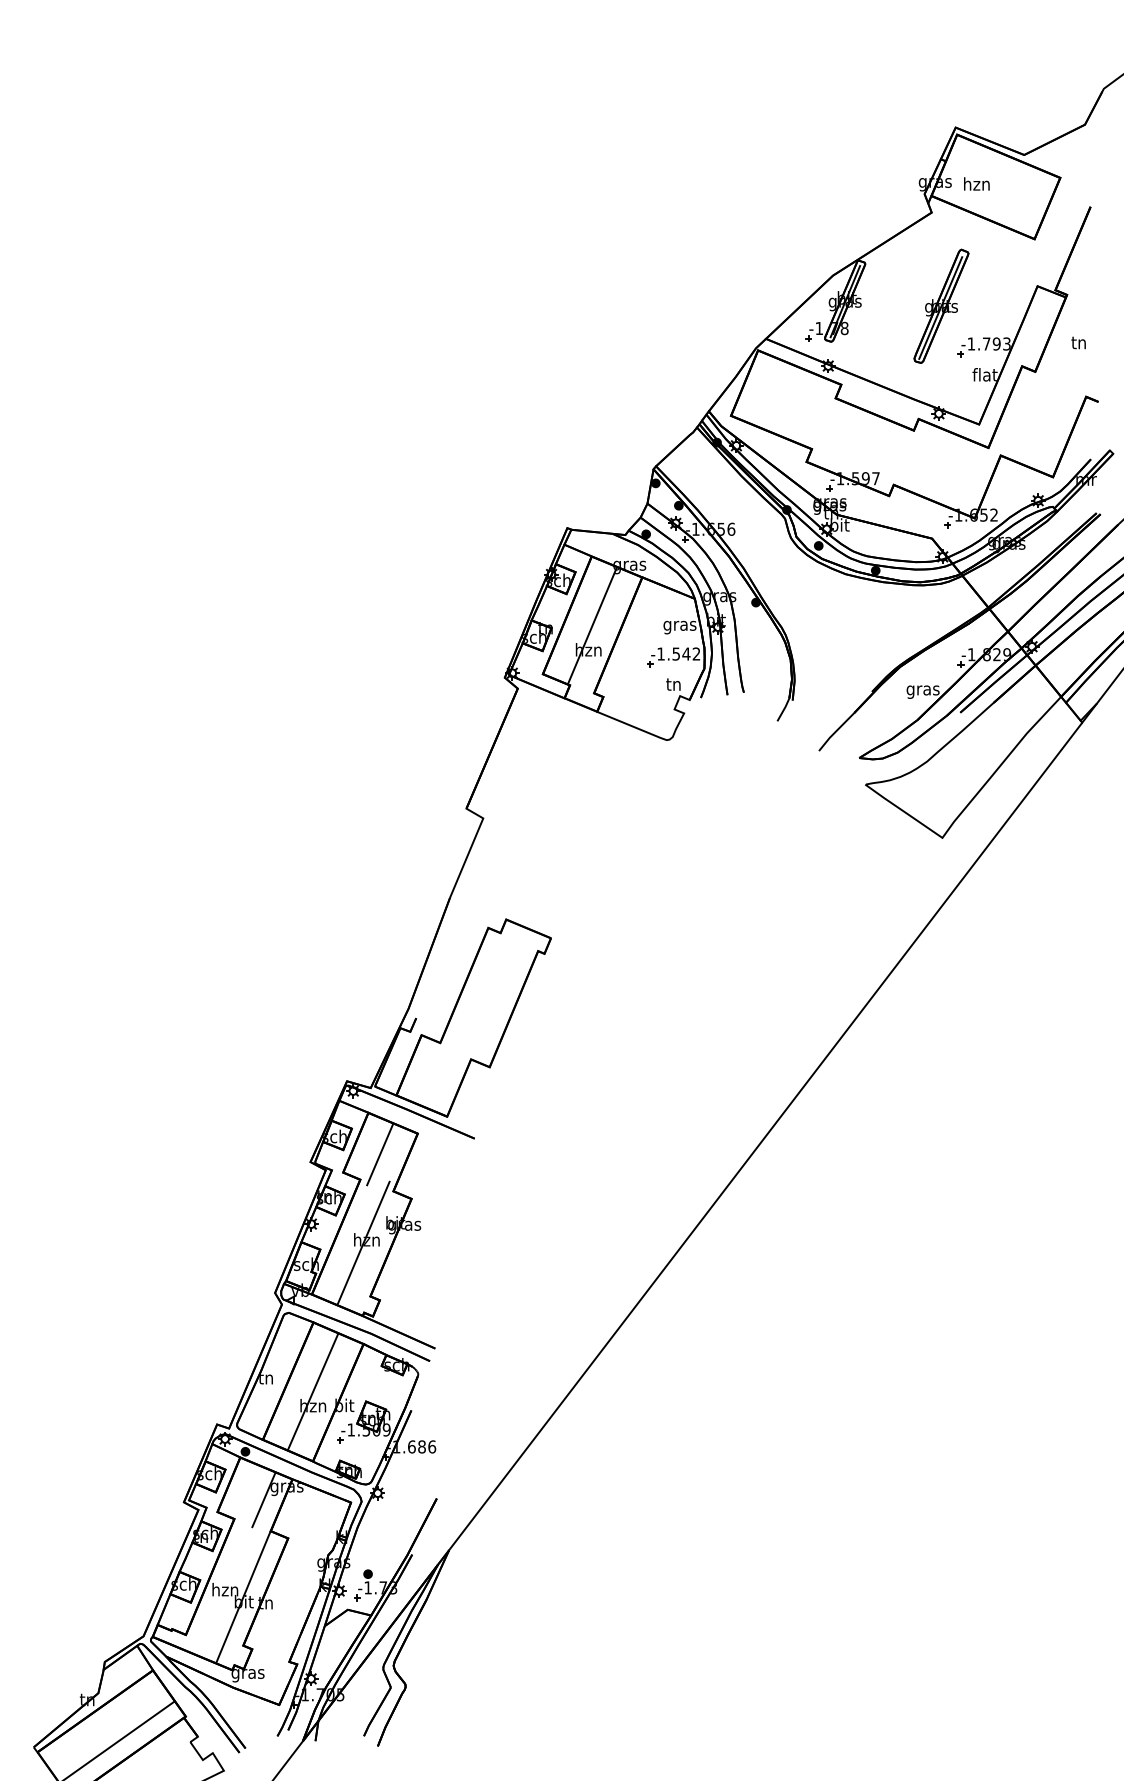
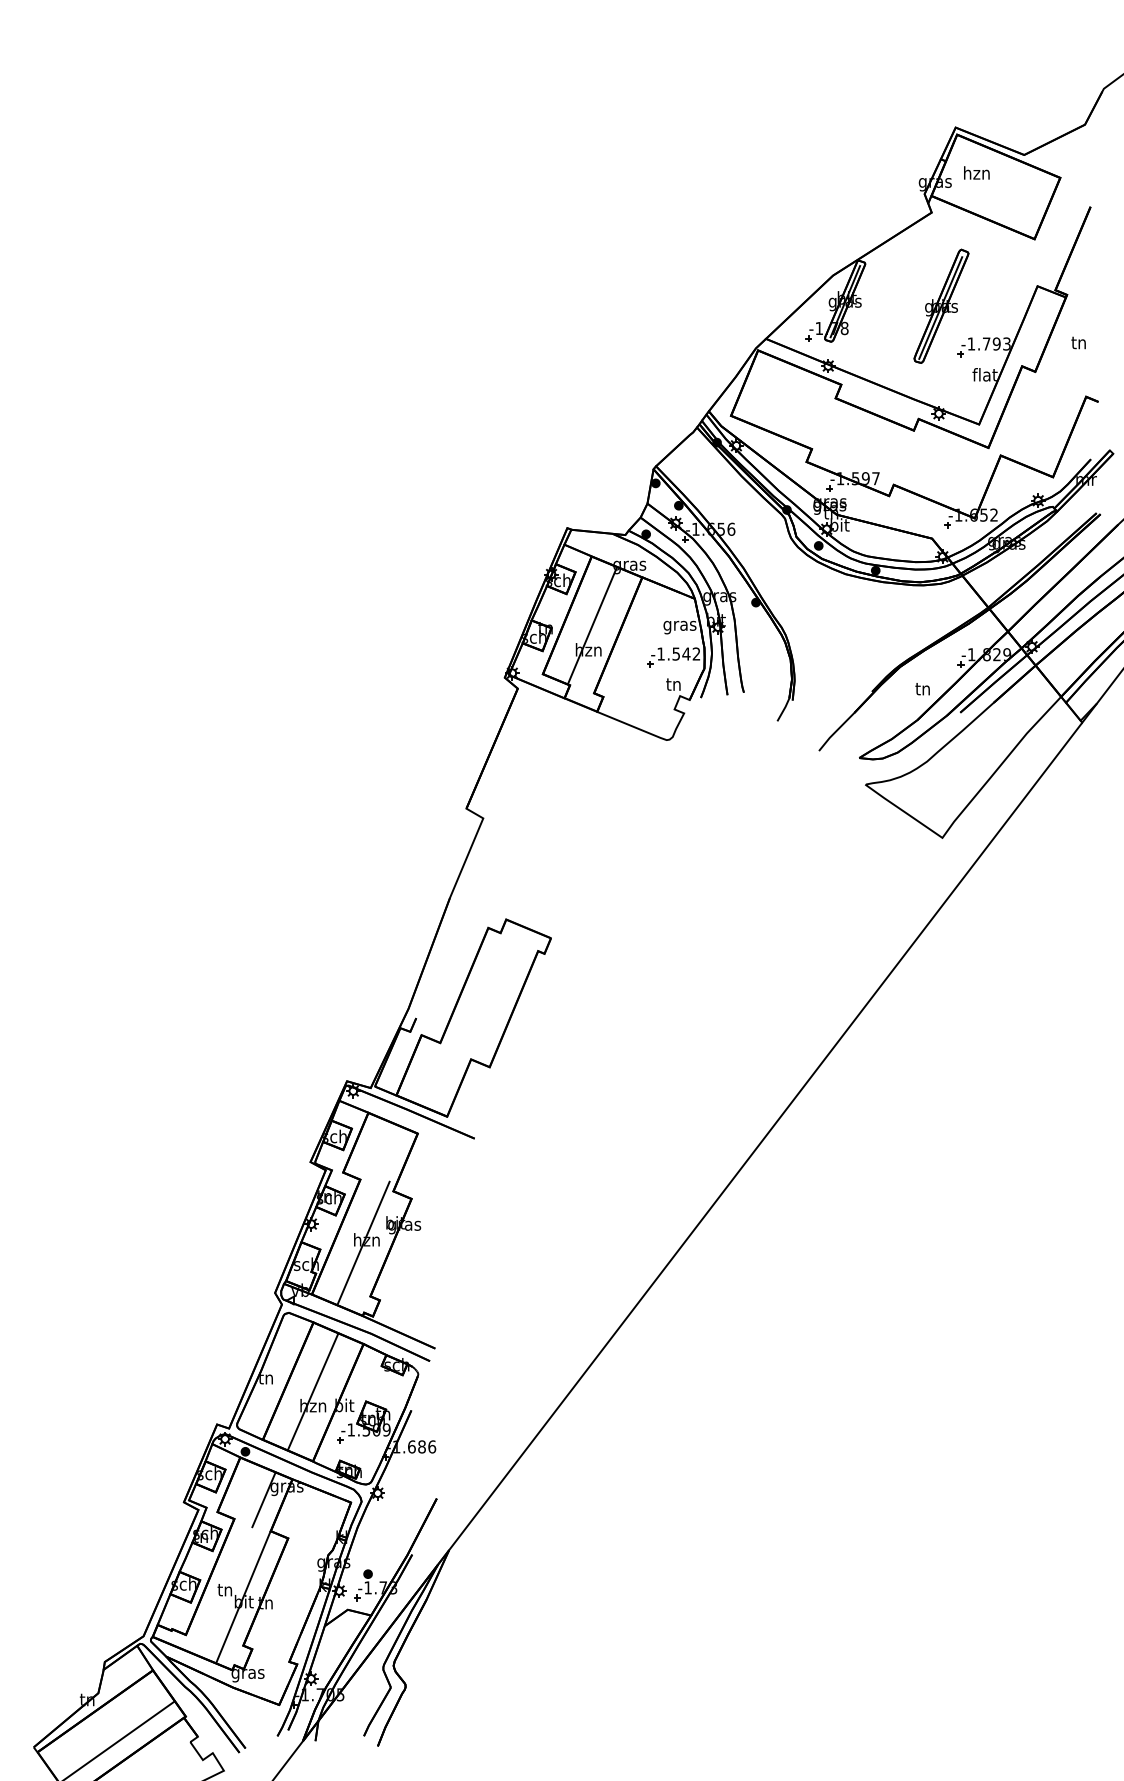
text at (976, 183) position: (976, 183) -> (976, 172)
text at (922, 690): gras -> tn
line at (380, 1154): present -> none
text at (225, 1589): hzn -> tn
